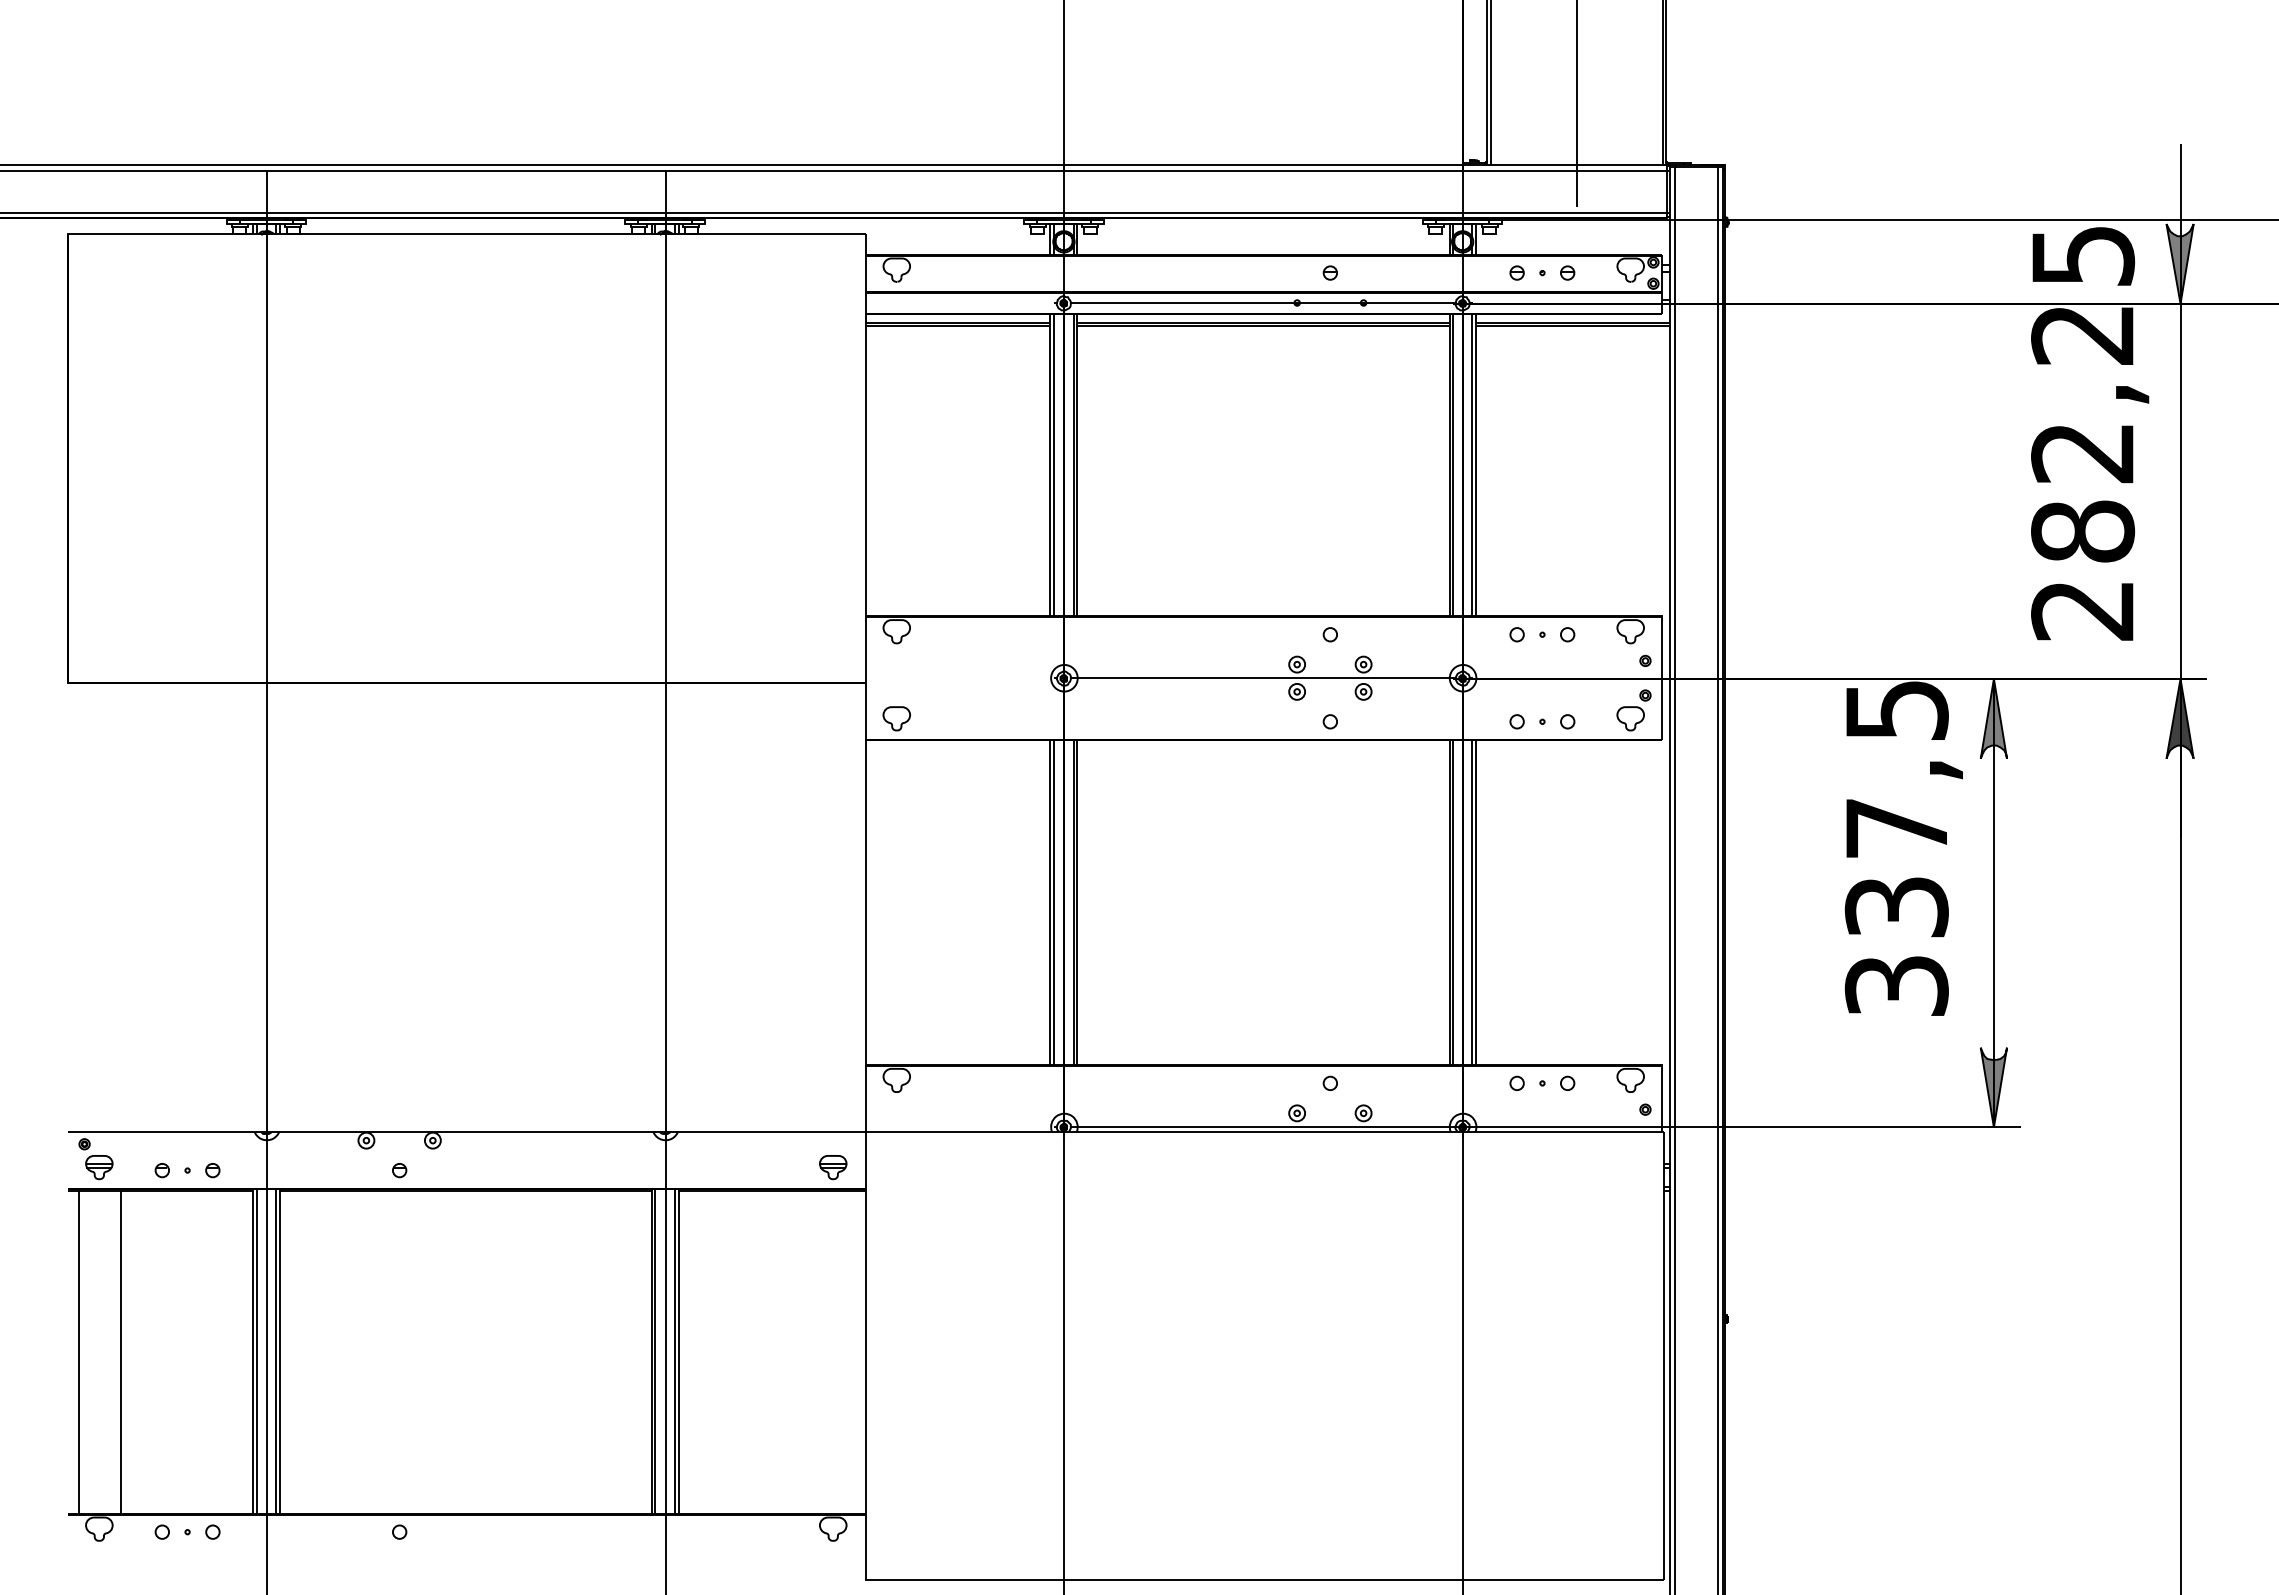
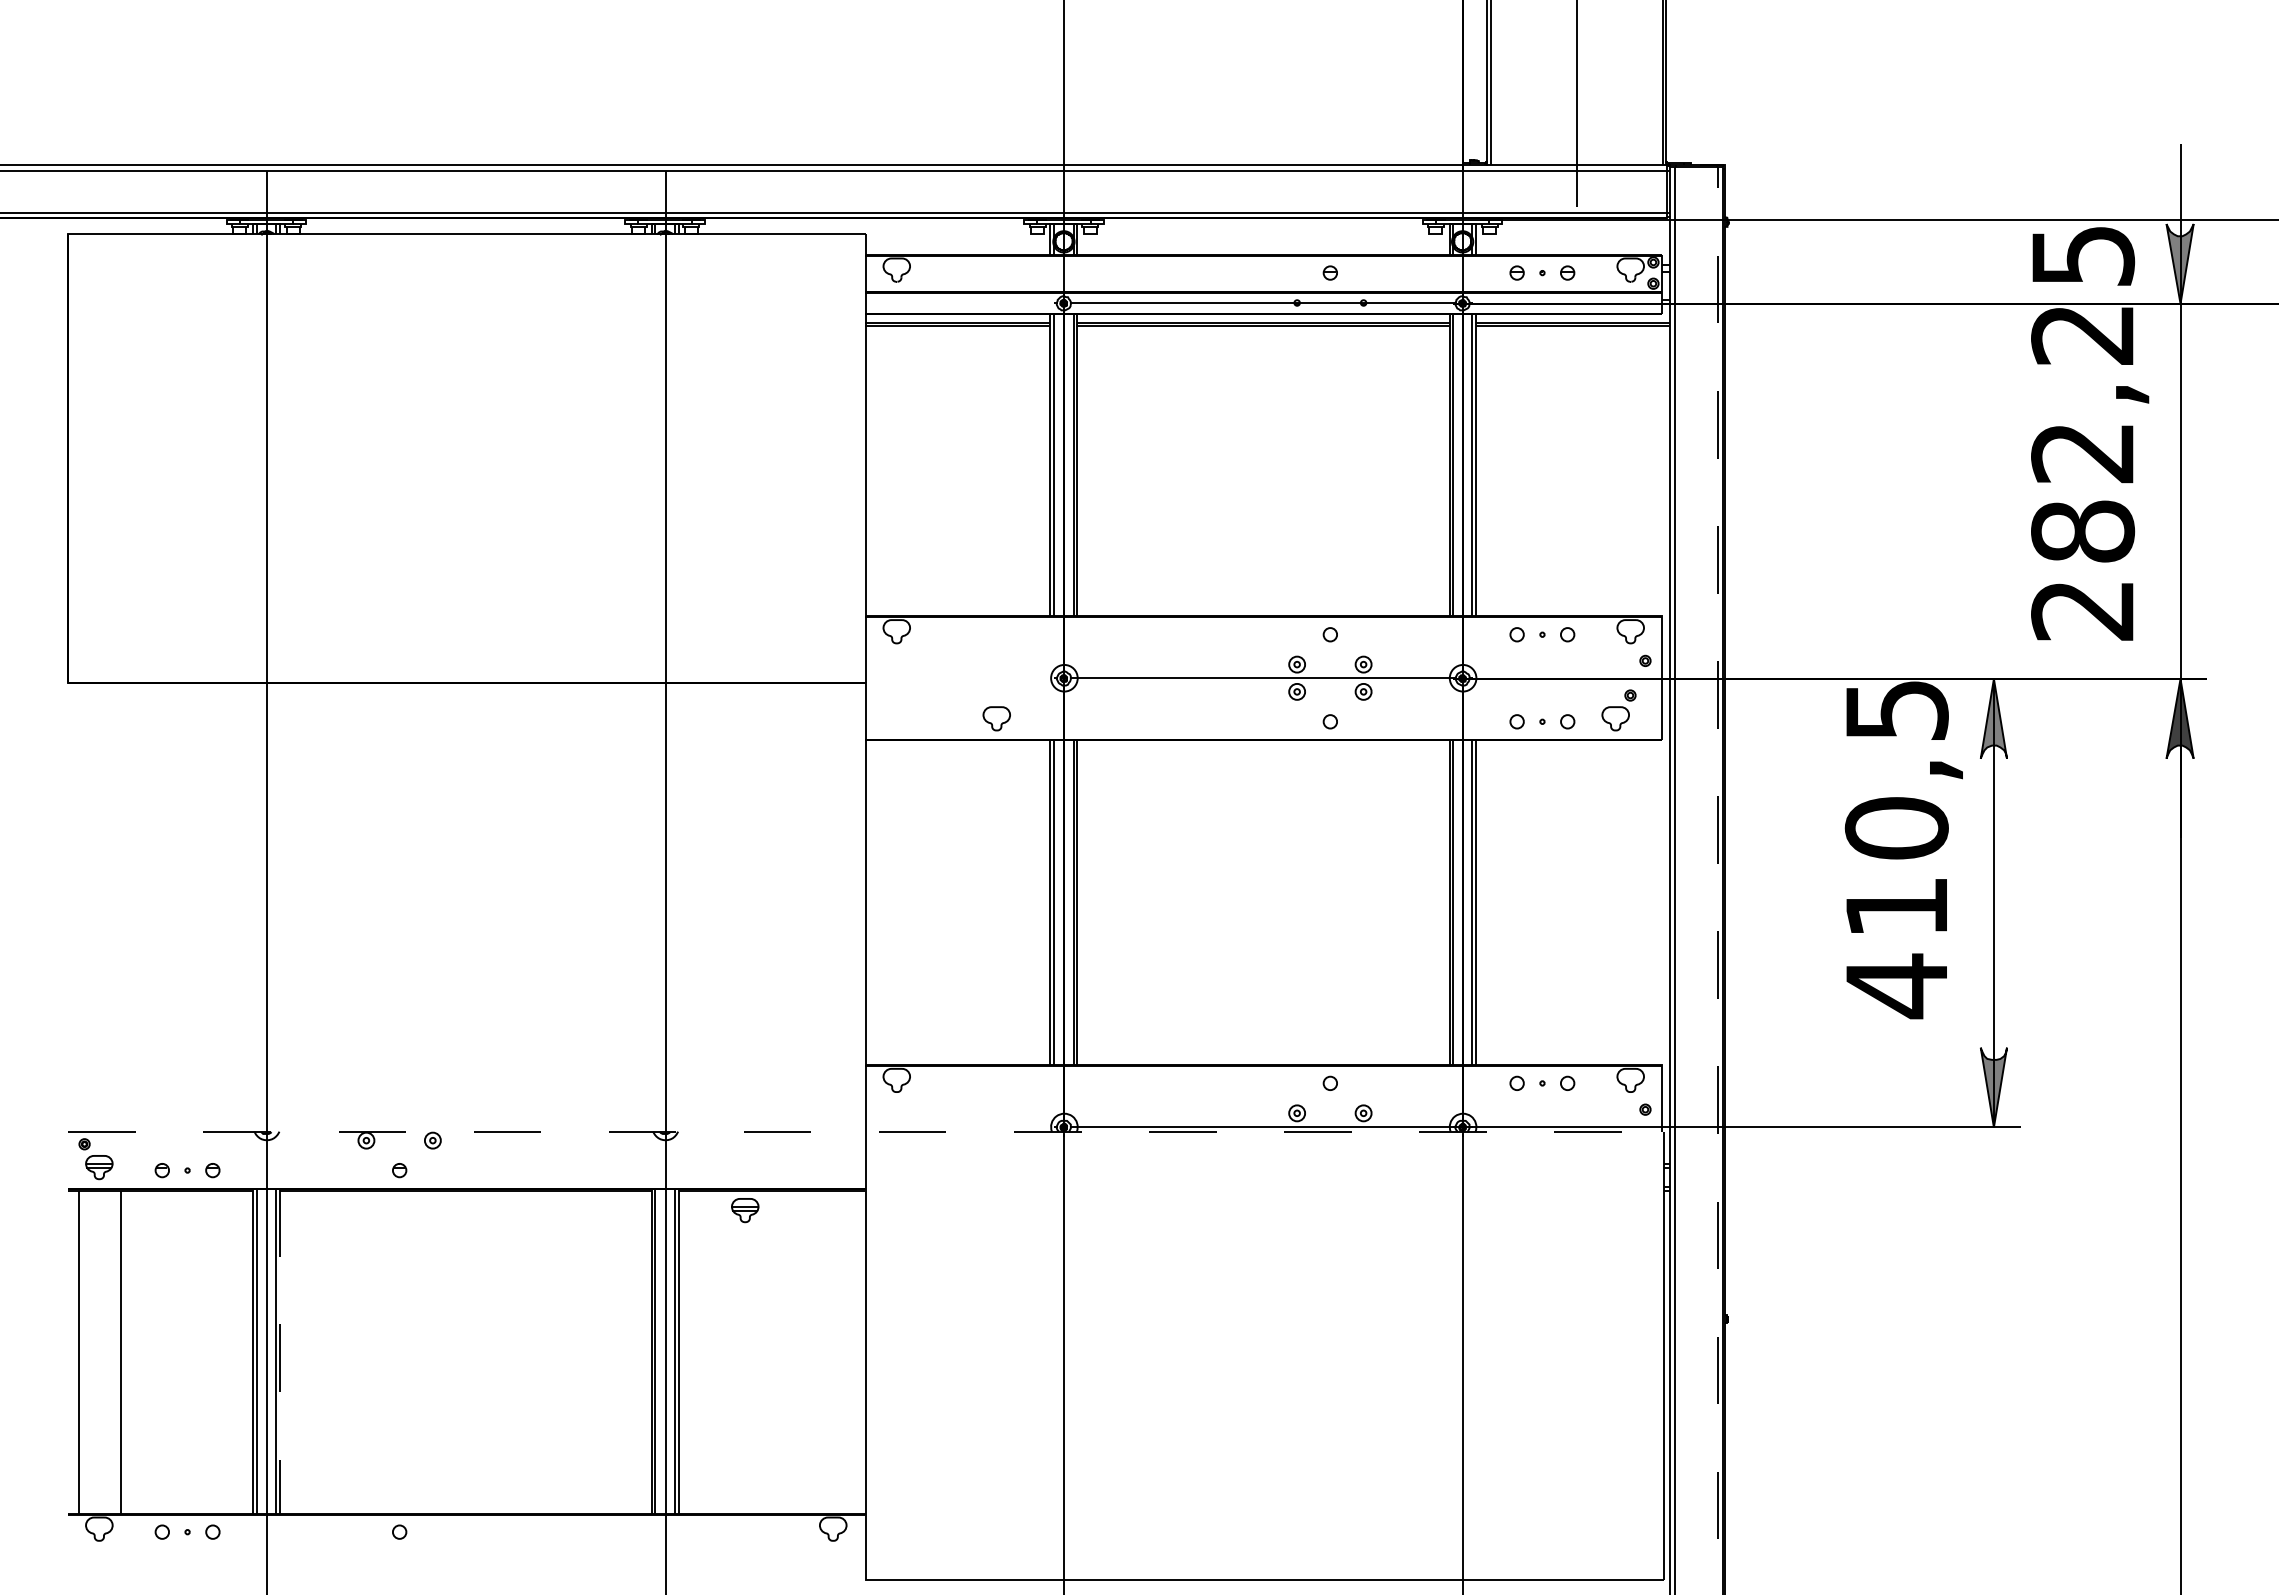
part at (1633, 710) position: (1633, 710) -> (1618, 710)
part at (896, 718) position: (896, 718) -> (996, 718)
line at (1718, 880): solid -> dashed
text at (1896, 908): 337,5 -> 410,5
line at (866, 1131): solid -> dashed
part at (833, 1167) position: (833, 1167) -> (745, 1210)
line at (280, 1352): solid -> dashed
